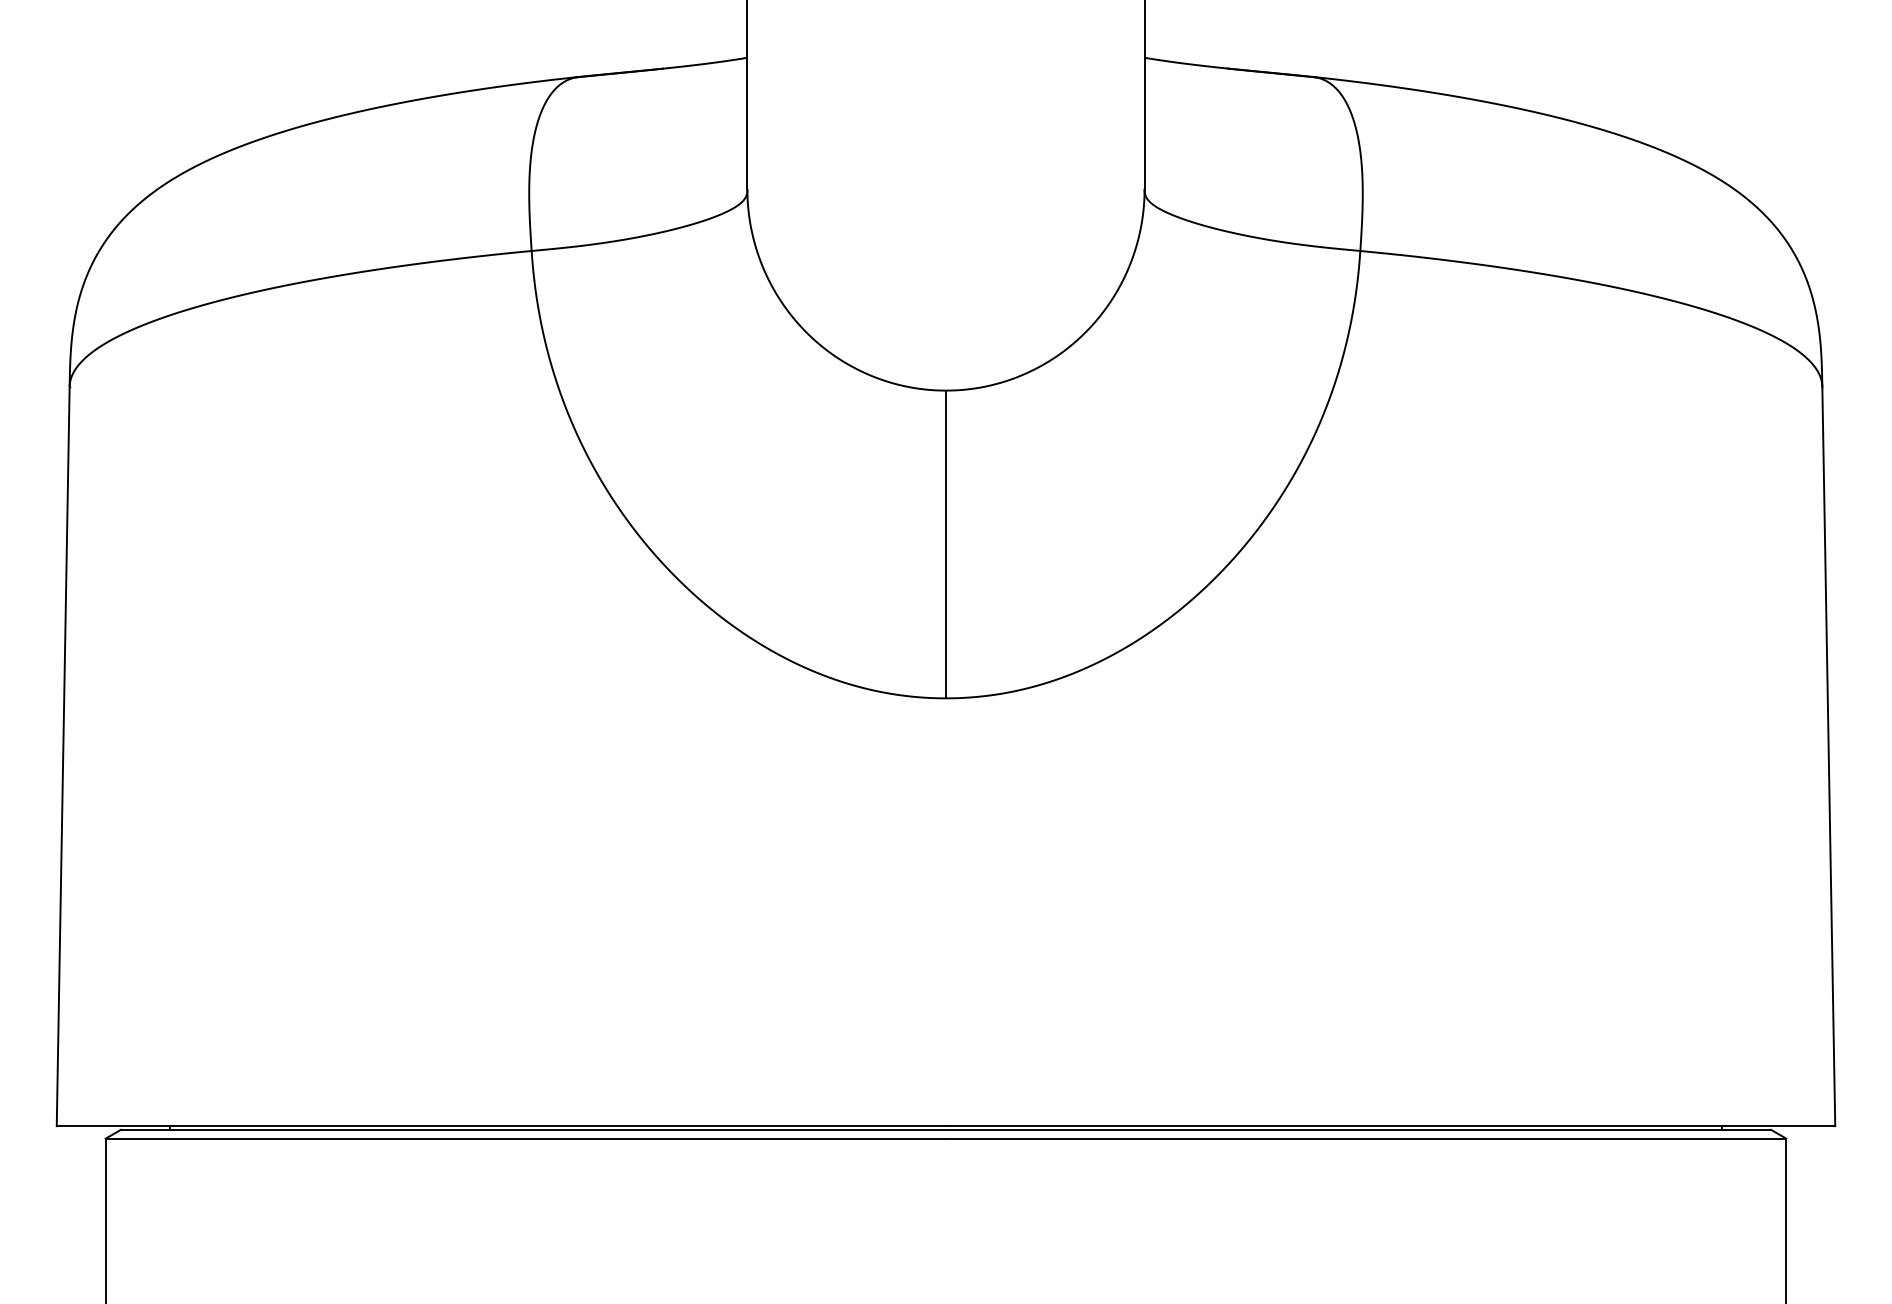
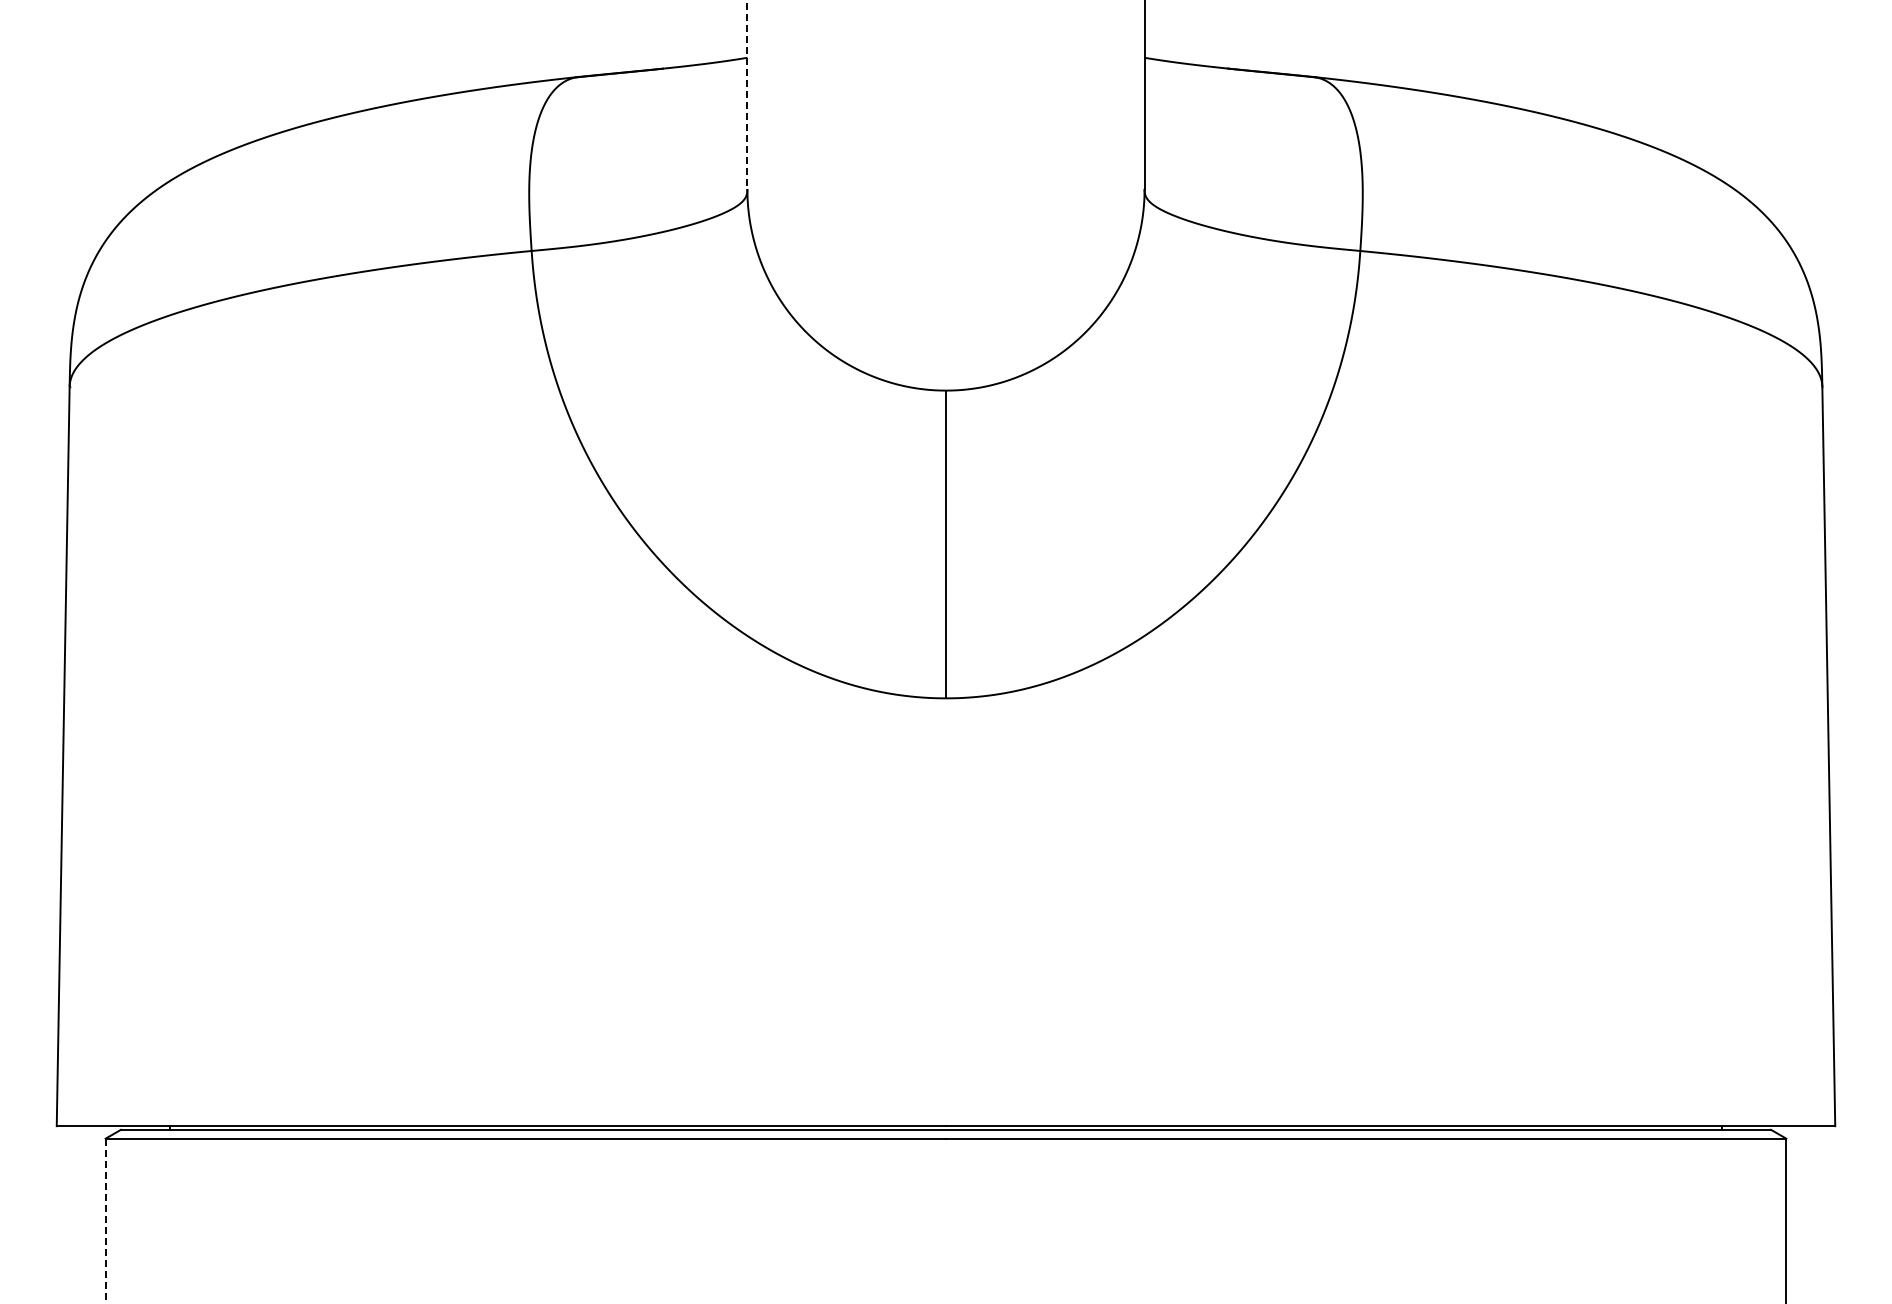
line at (747, 95): solid -> dashed
line at (105, 1221): solid -> dashed
